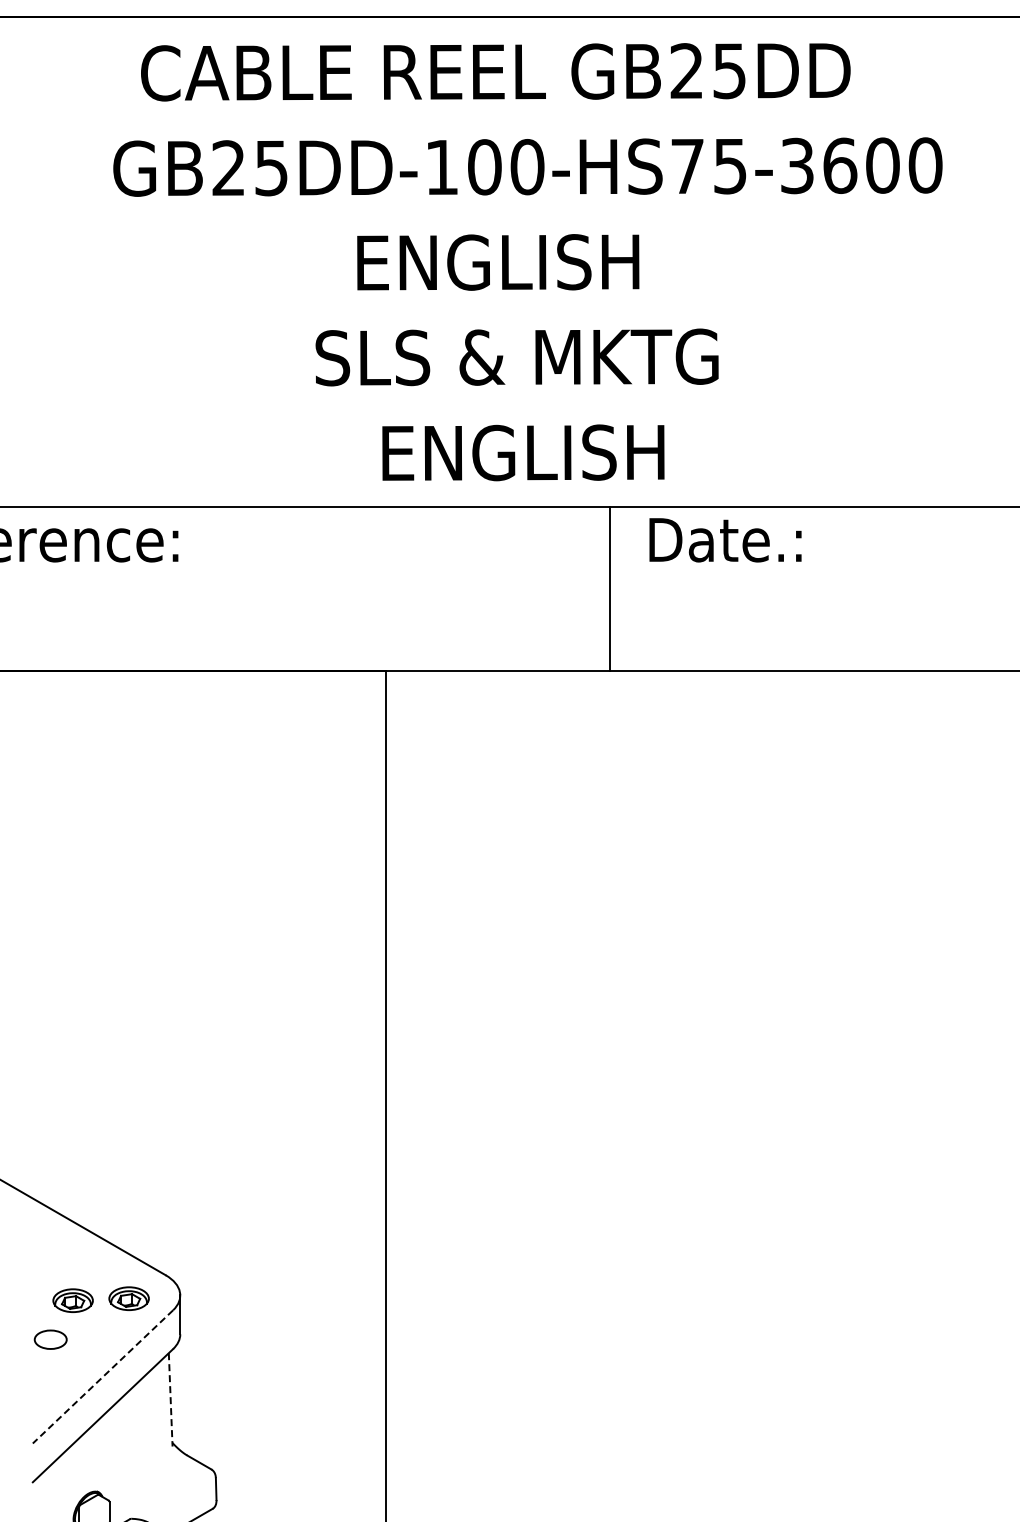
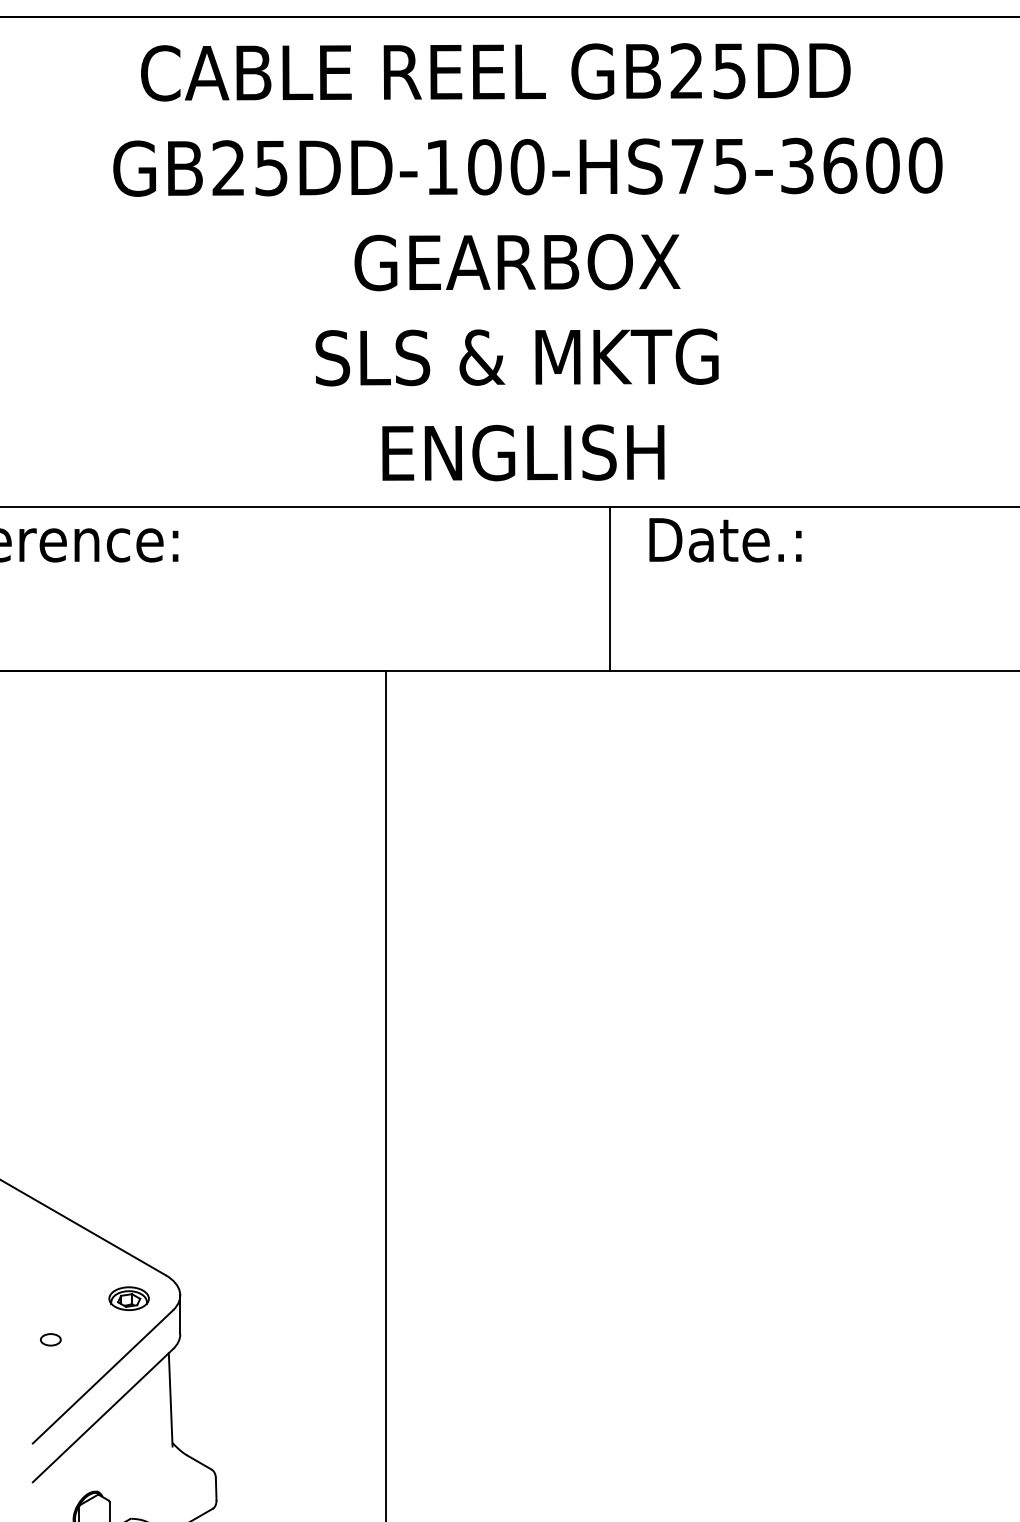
text at (517, 262): ENGLISH -> GEARBOX
part at (72, 1300): present -> none
part at (50, 1339) size: 35x21 px -> 22x14 px
line at (102, 1376): dashed -> solid
line at (170, 1399): dashed -> solid
